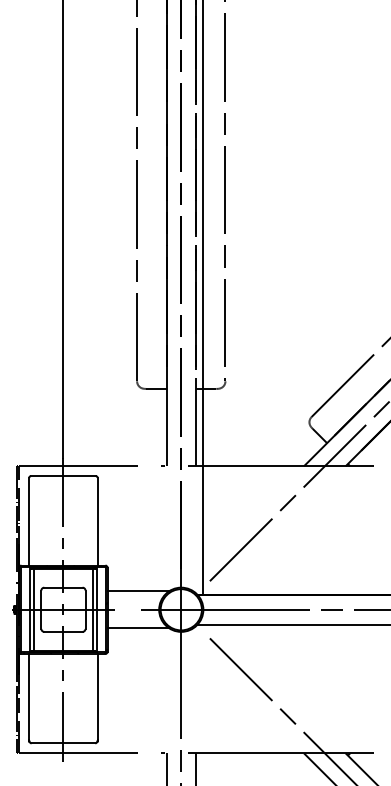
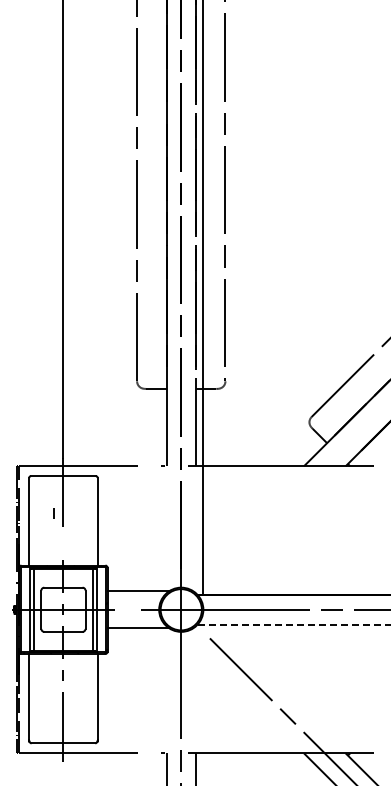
line at (298, 492): present -> none
line at (62, 543) position: (62, 543) -> (53, 513)
line at (294, 624): solid -> dashed
